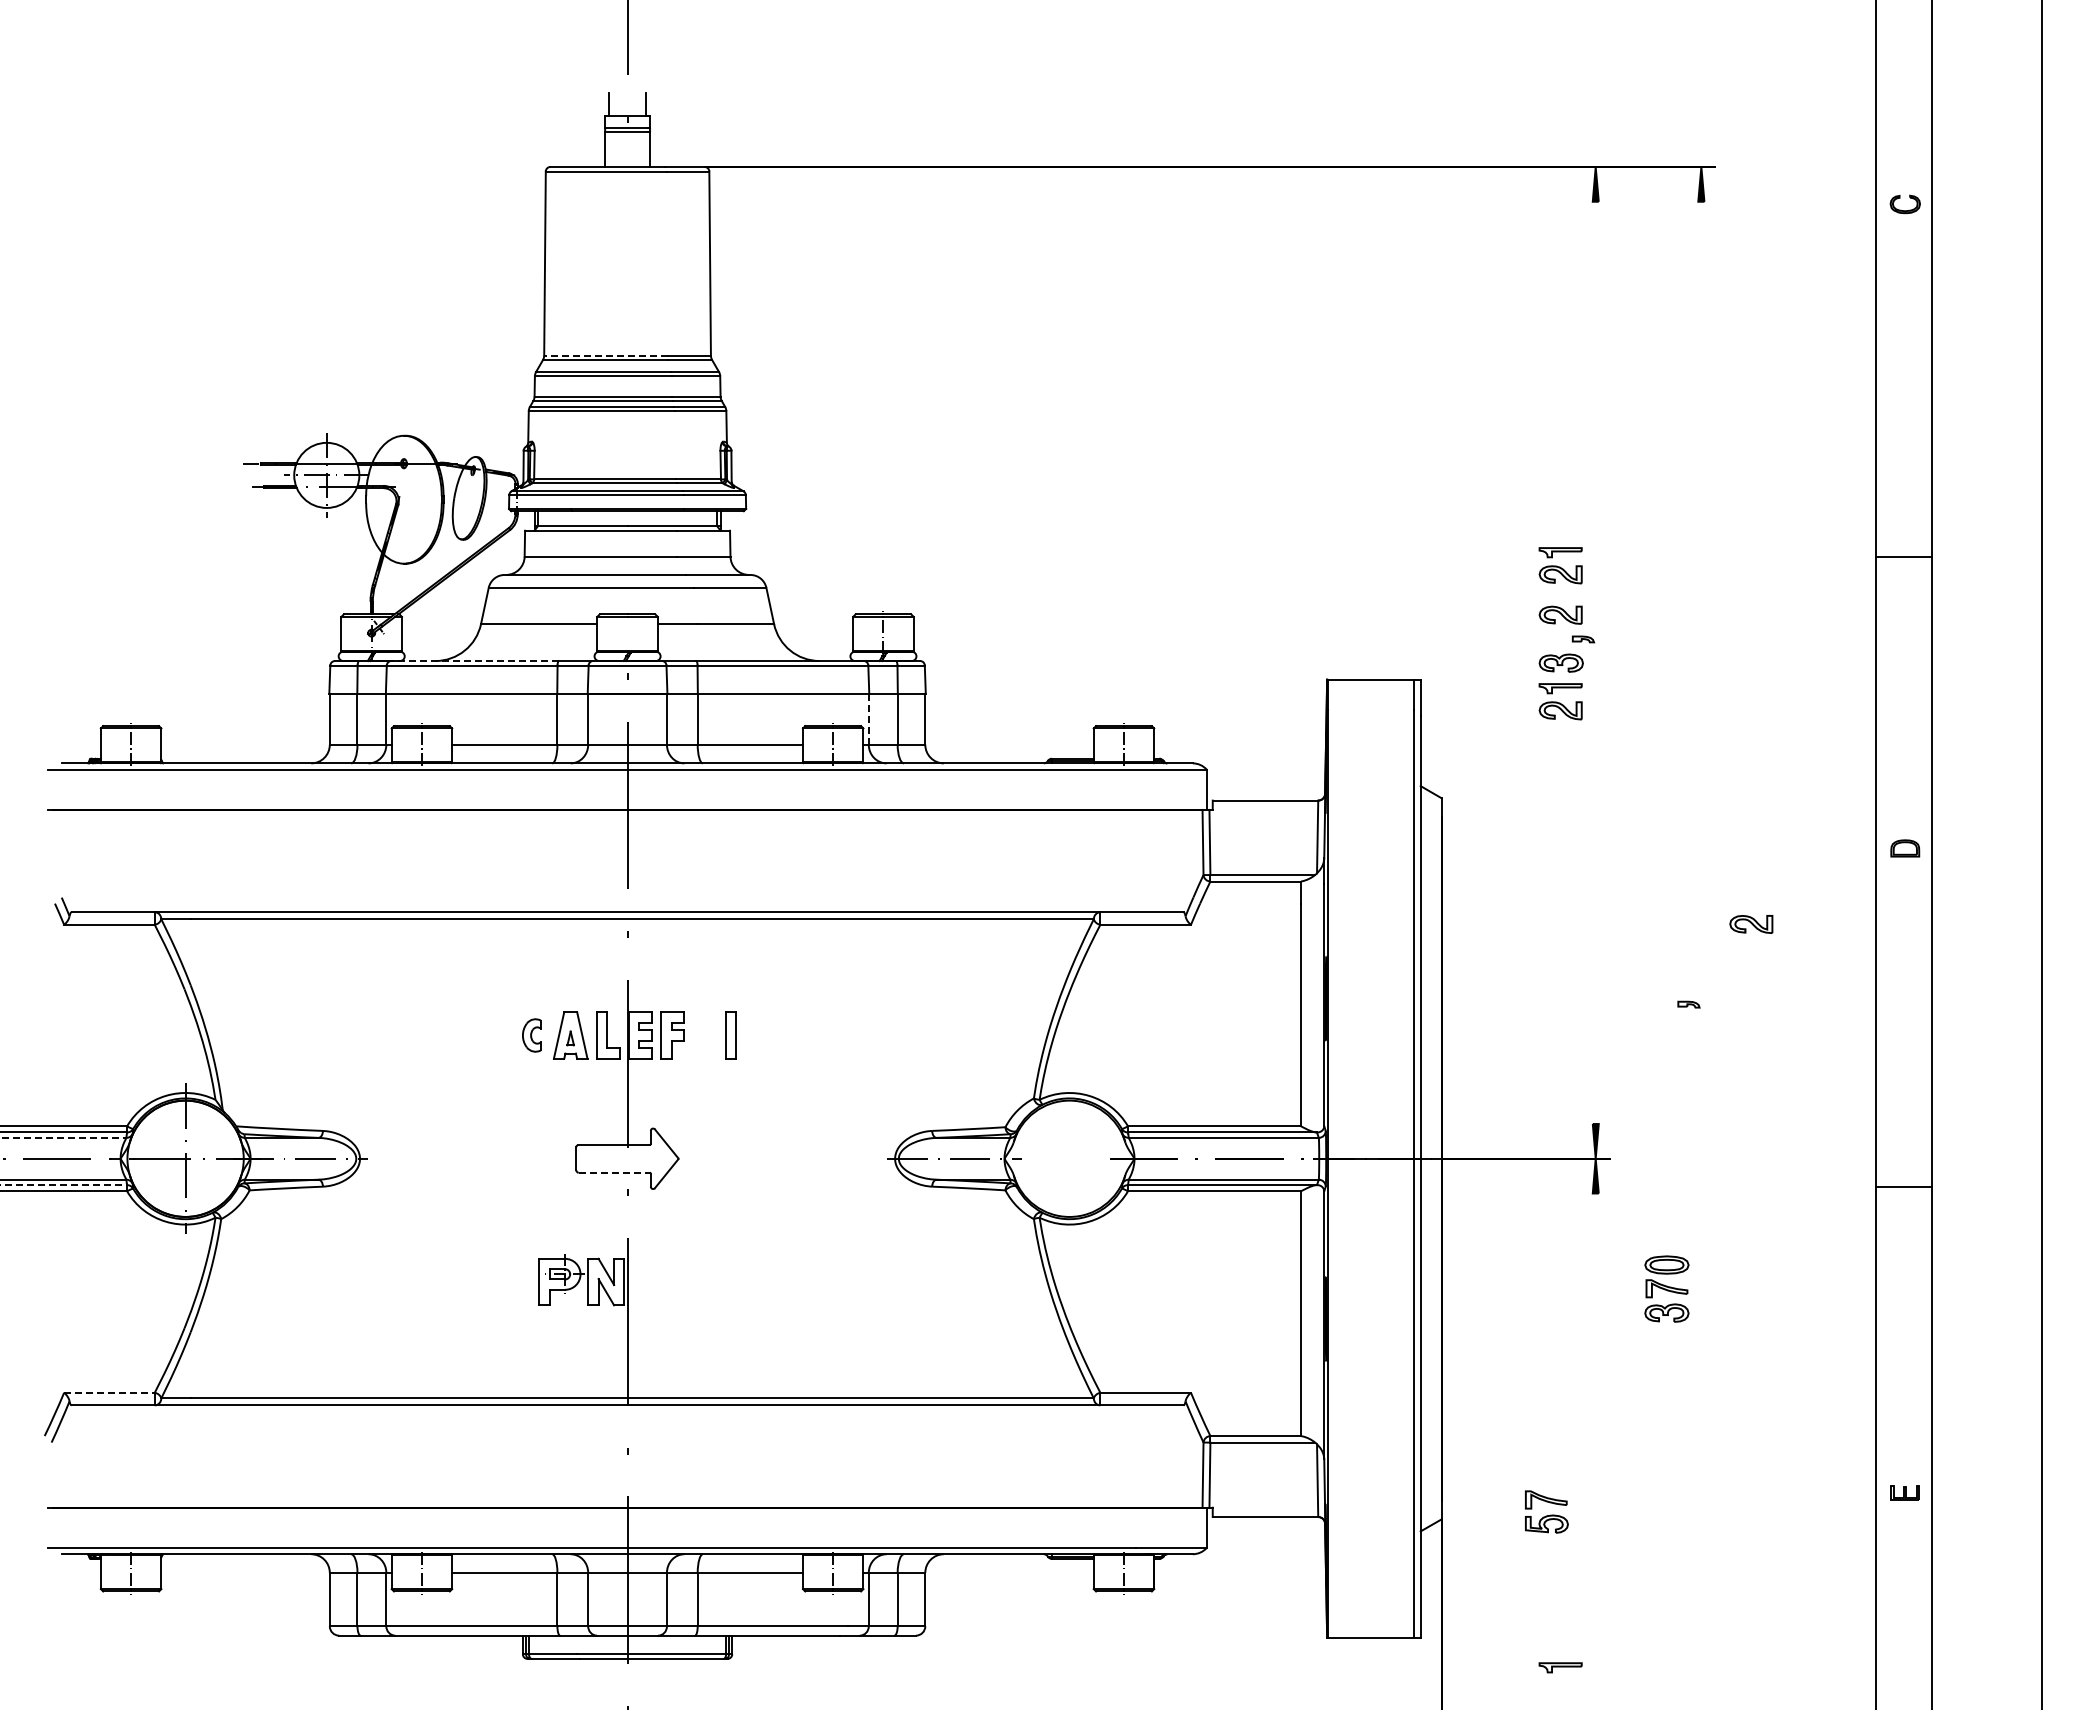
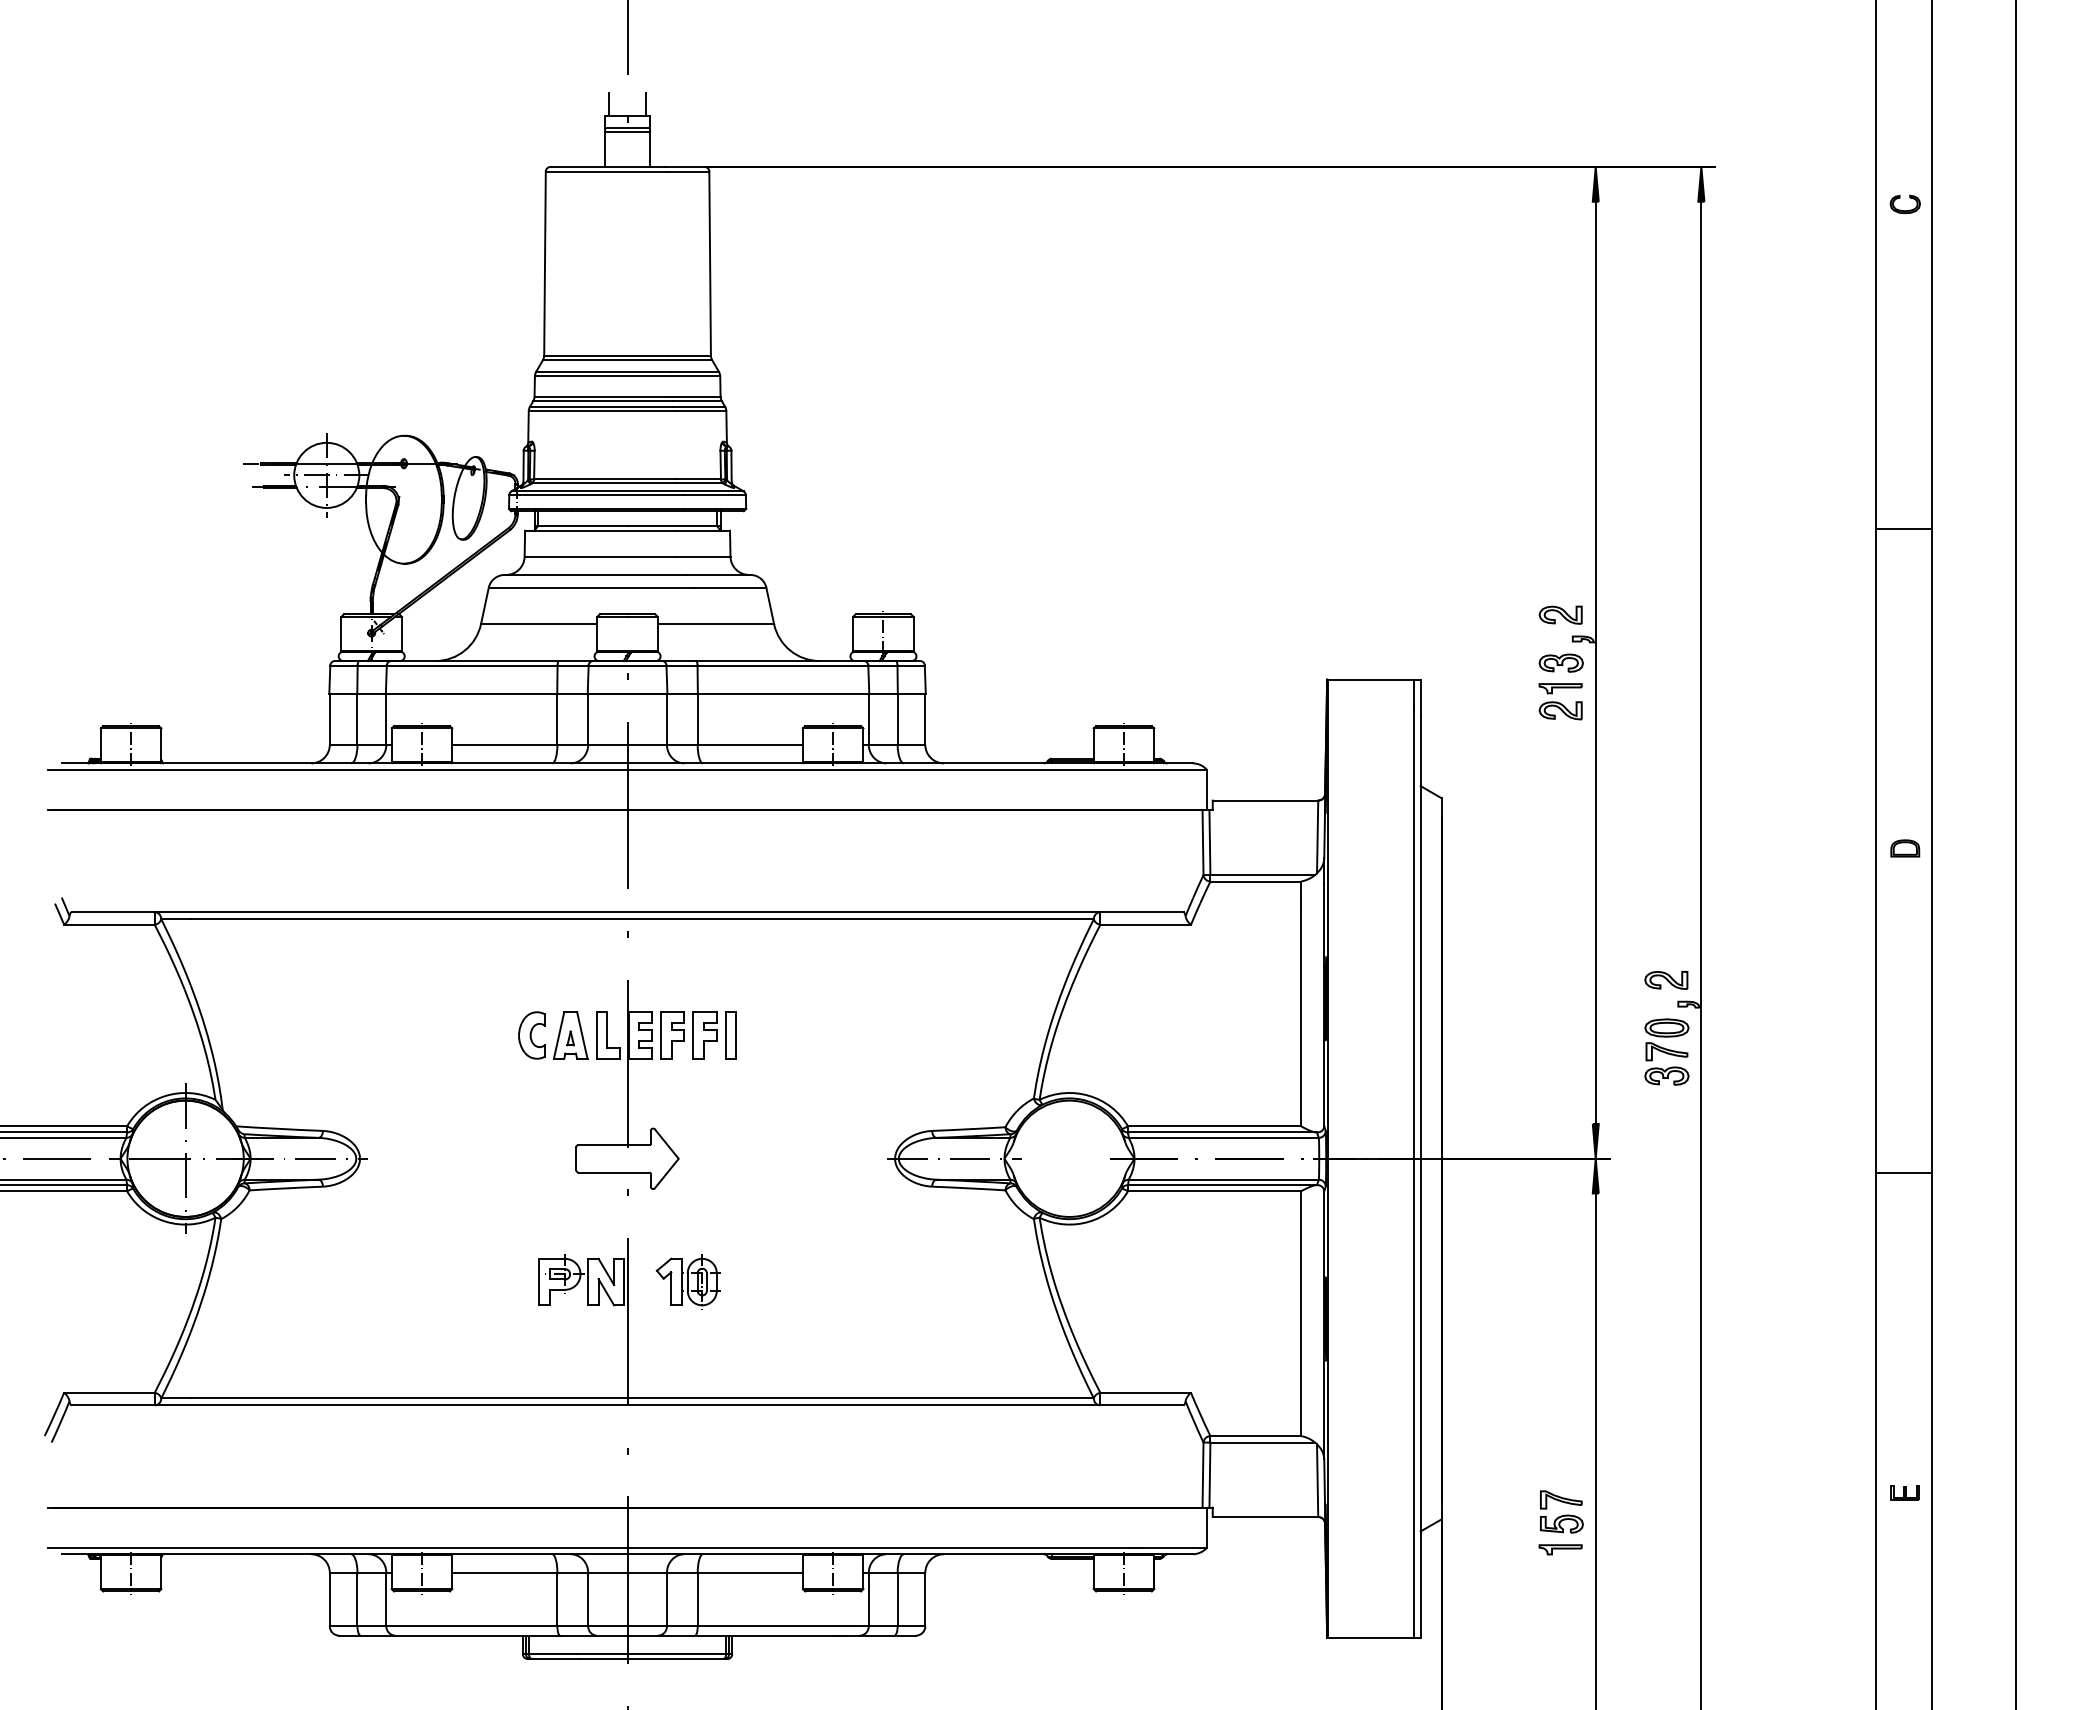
line at (605, 355): dashed -> solid
line at (1903, 556) position: (1903, 556) -> (1903, 528)
part at (1560, 565): present -> none
line at (475, 661): dashed -> solid
line at (1595, 662): none -> present
line at (868, 719): dashed -> solid
line at (2041, 854) position: (2041, 854) -> (2015, 854)
part at (1751, 924) position: (1751, 924) -> (1666, 980)
line at (1701, 953): none -> present
part at (531, 1035) size: 20x35 px -> 28x49 px
part at (704, 1035): none -> present
line at (63, 1137): dashed -> solid
line at (614, 1172): dashed -> solid
line at (64, 1185): dashed -> solid
line at (1903, 1187) position: (1903, 1187) -> (1903, 1173)
part at (687, 1281): none -> present
part at (1666, 1288) position: (1666, 1288) -> (1666, 1051)
line at (109, 1392): dashed -> solid
line at (1595, 1449): none -> present
part at (1546, 1511) position: (1546, 1511) -> (1561, 1511)
part at (1560, 1667) position: (1560, 1667) -> (1560, 1549)
